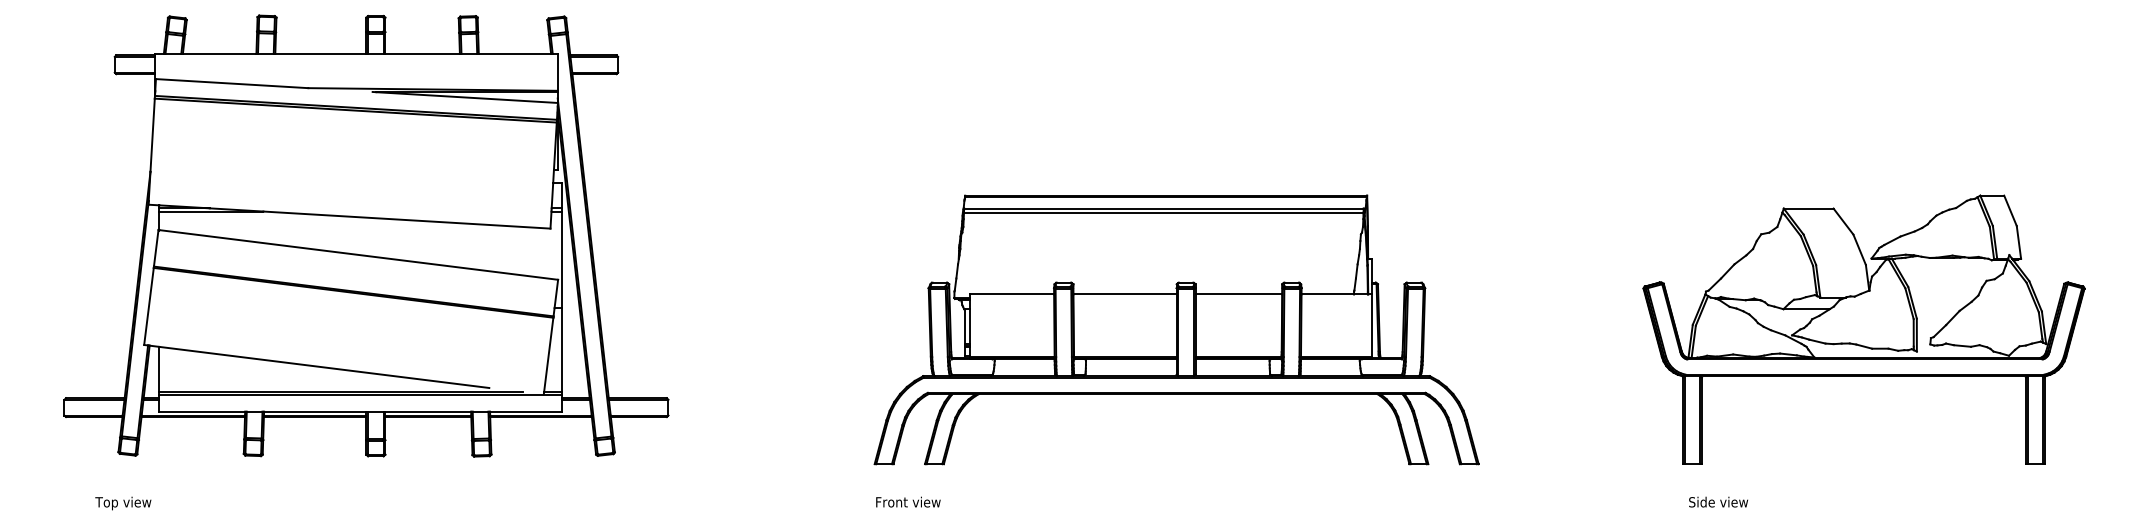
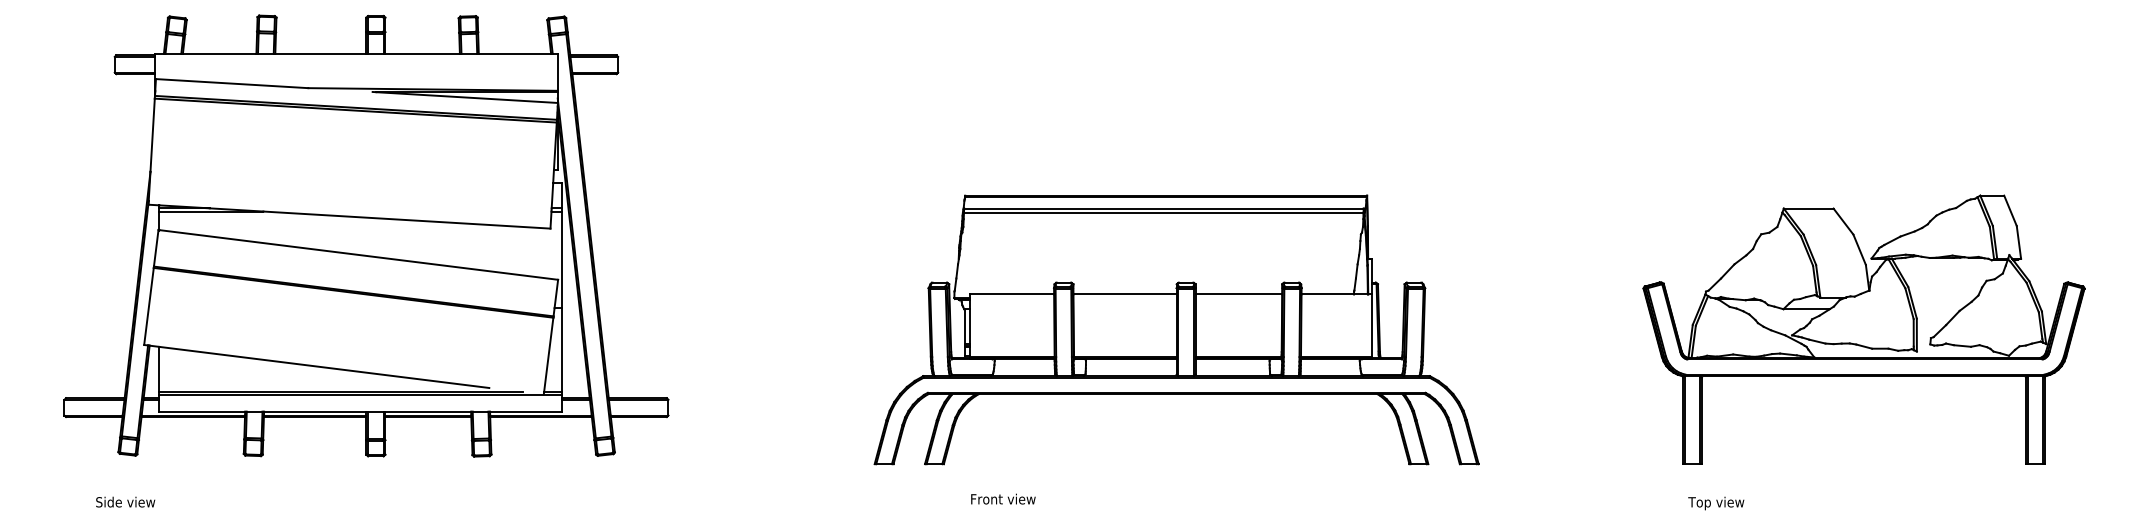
text at (908, 501) position: (908, 501) -> (1003, 498)
text at (125, 503): Top view -> Side view
text at (1718, 503): Side view -> Top view
